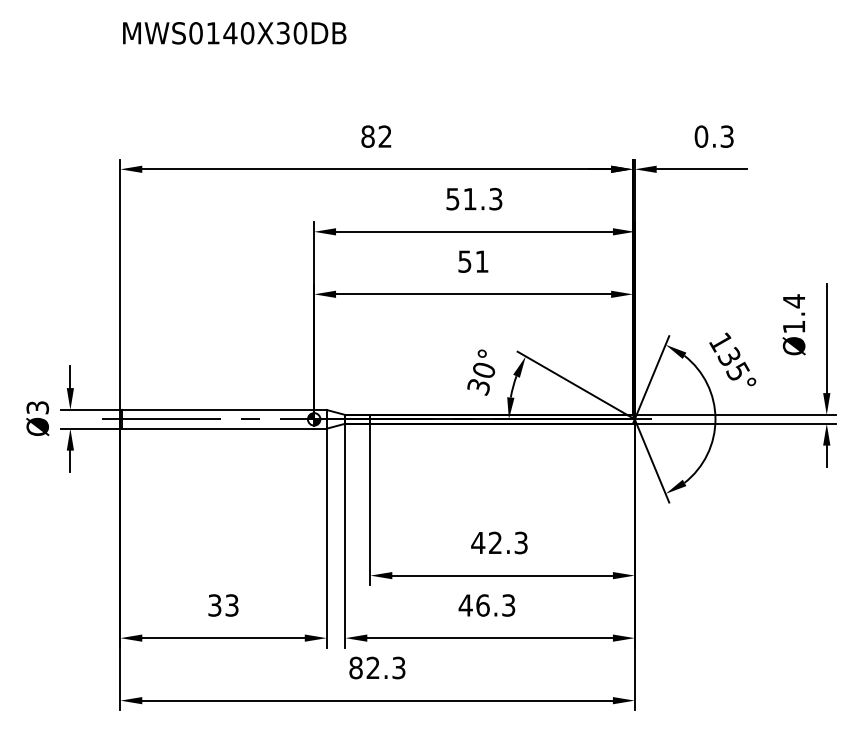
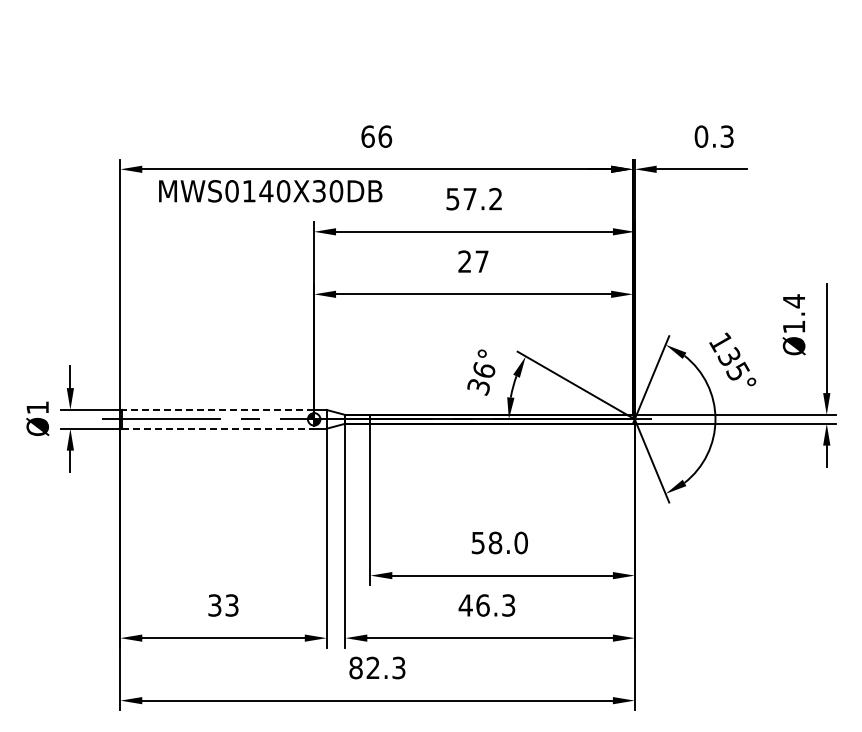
text at (234, 33) position: (234, 33) -> (270, 191)
text at (376, 136): 82 -> 66
text at (482, 199): 51.3 -> 57.2
text at (473, 261): 51 -> 27
text at (484, 369): 30° -> 36°
text at (37, 407): Ø3 -> Ø1
line at (218, 409): solid -> dashed
line at (218, 428): solid -> dashed
text at (499, 542): 42.3 -> 58.0
